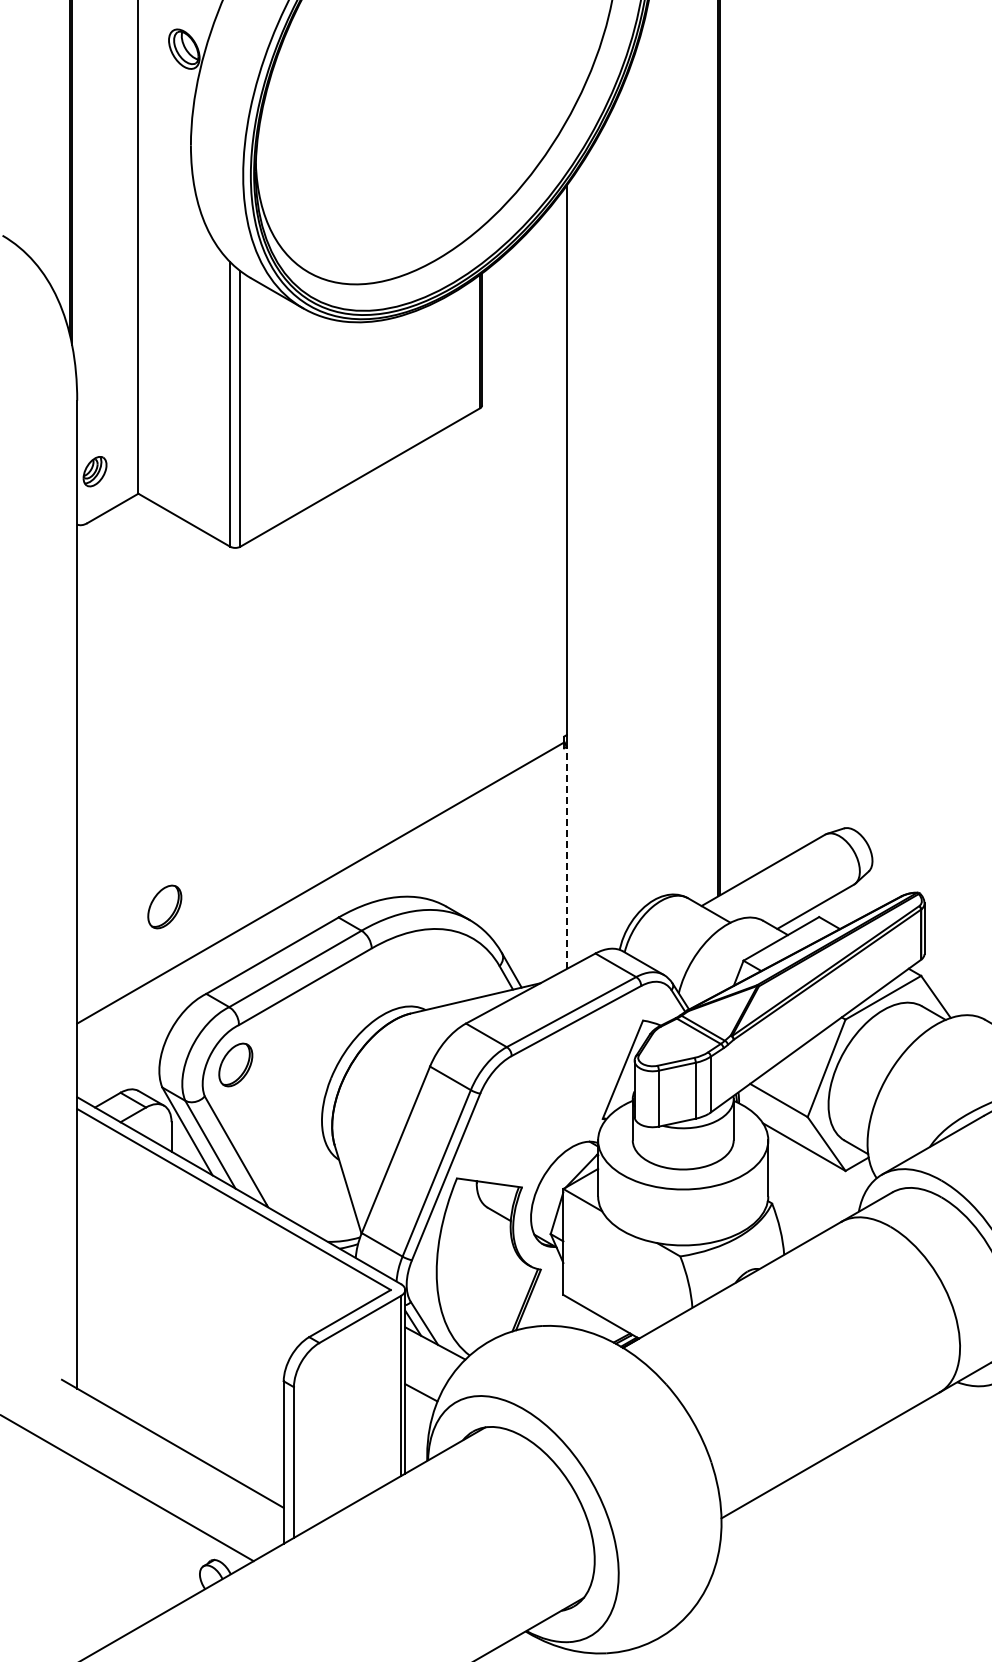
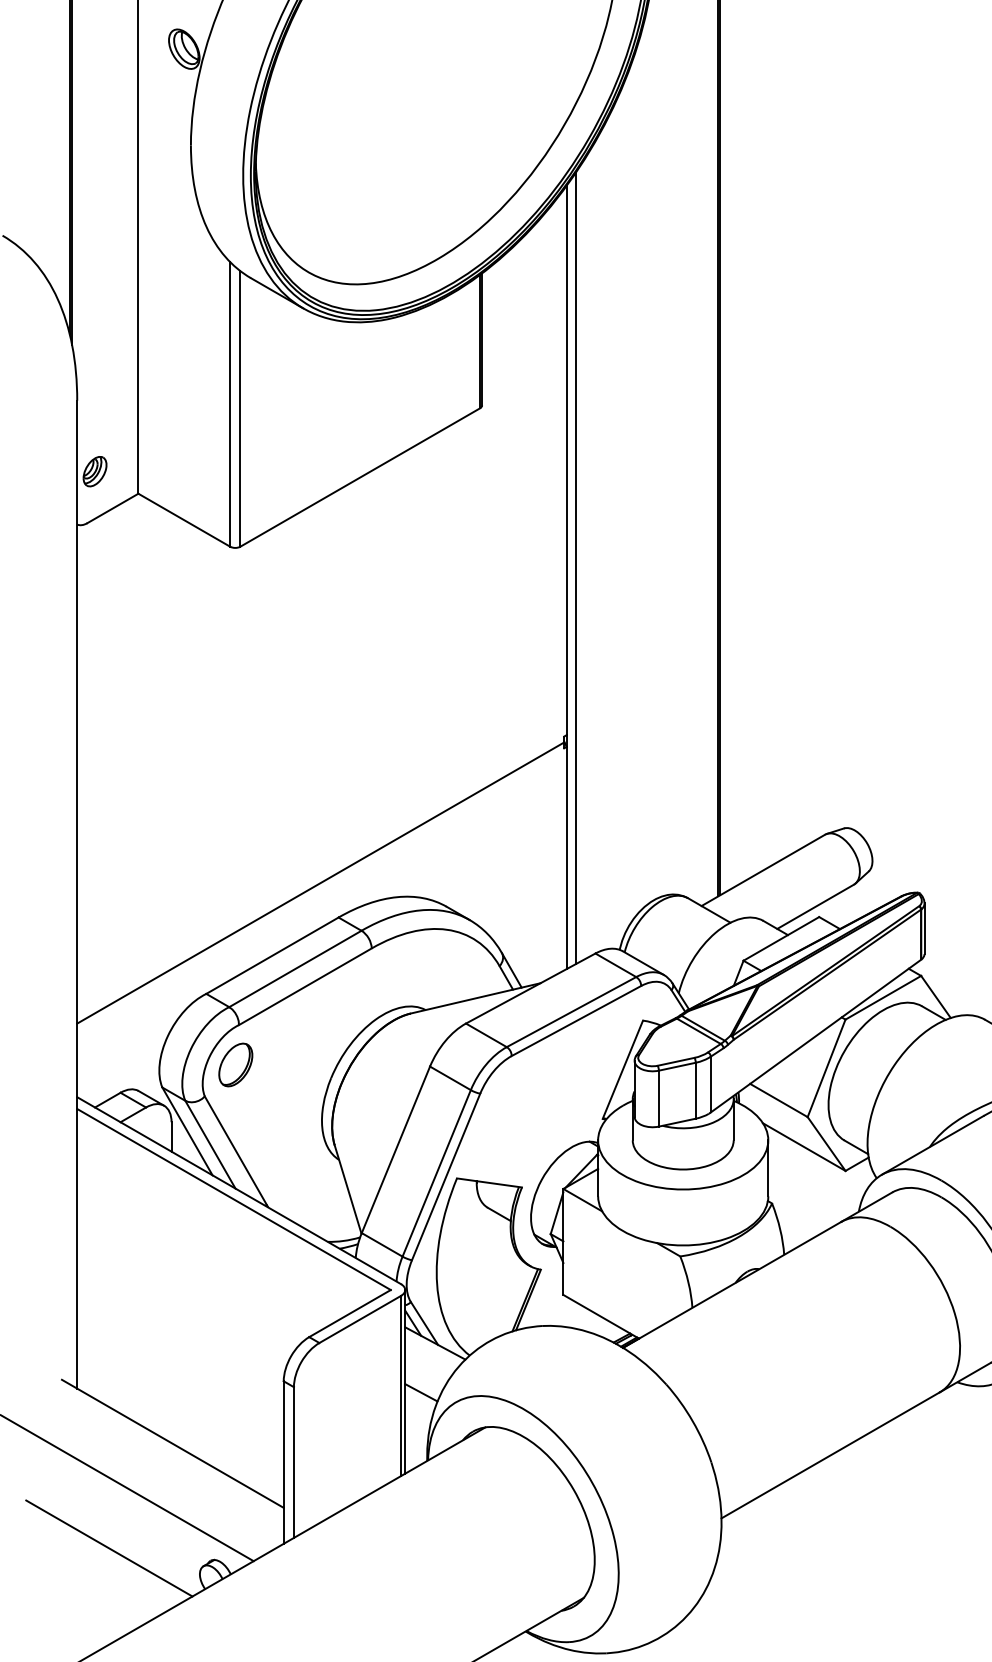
line at (576, 567): none -> present
line at (566, 857): dashed -> solid
part at (164, 906): present -> none
line at (109, 1548): none -> present
